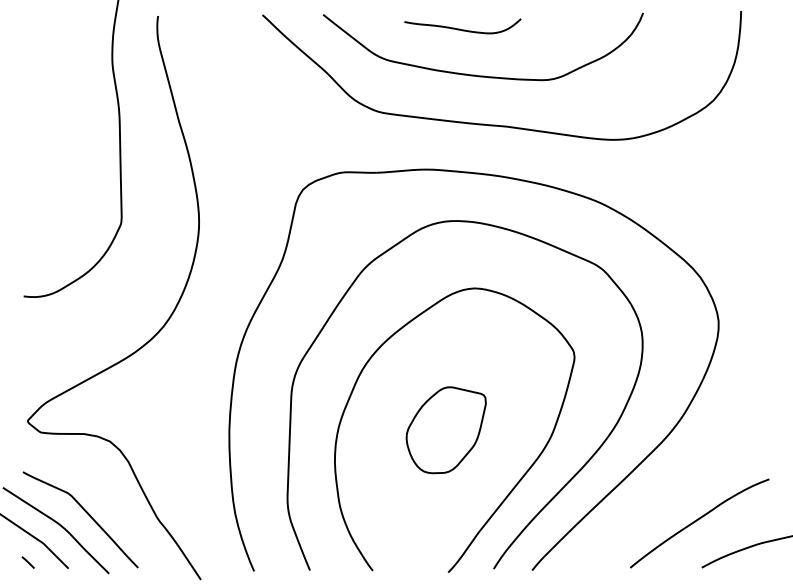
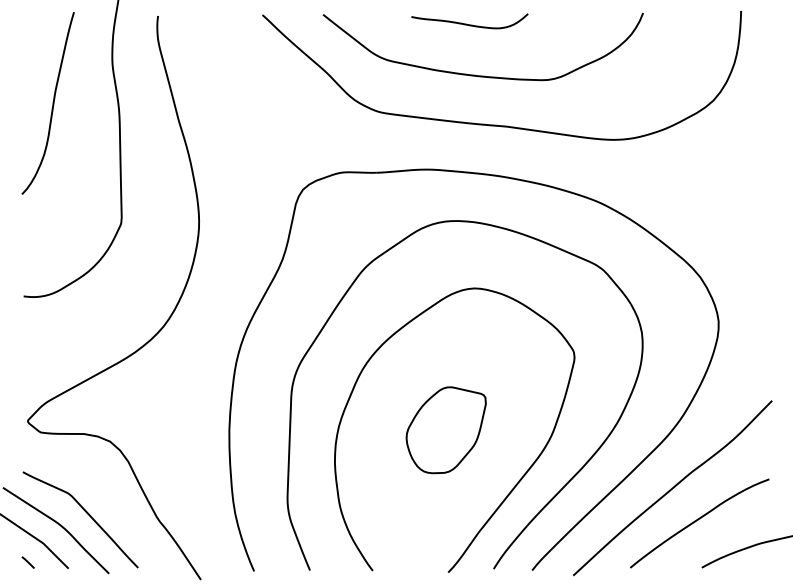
curve at (462, 29) position: (462, 29) -> (469, 24)
curve at (52, 103): none -> present
curve at (672, 487): none -> present
